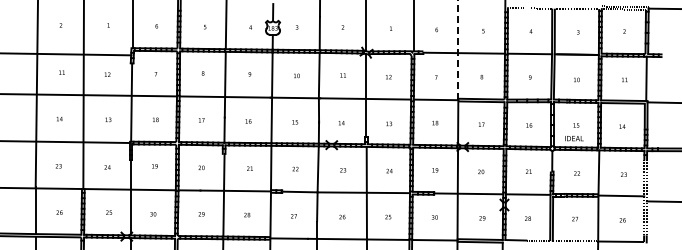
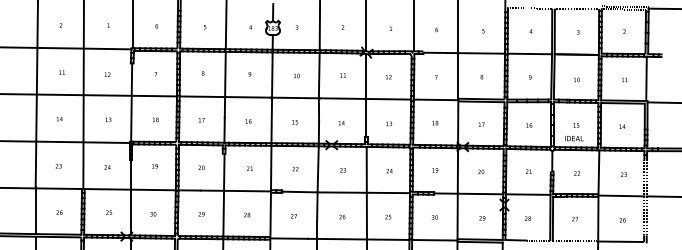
line at (458, 50): dashed -> solid
line at (66, 54) position: (66, 54) -> (66, 48)
line at (662, 201) position: (662, 201) -> (662, 196)
